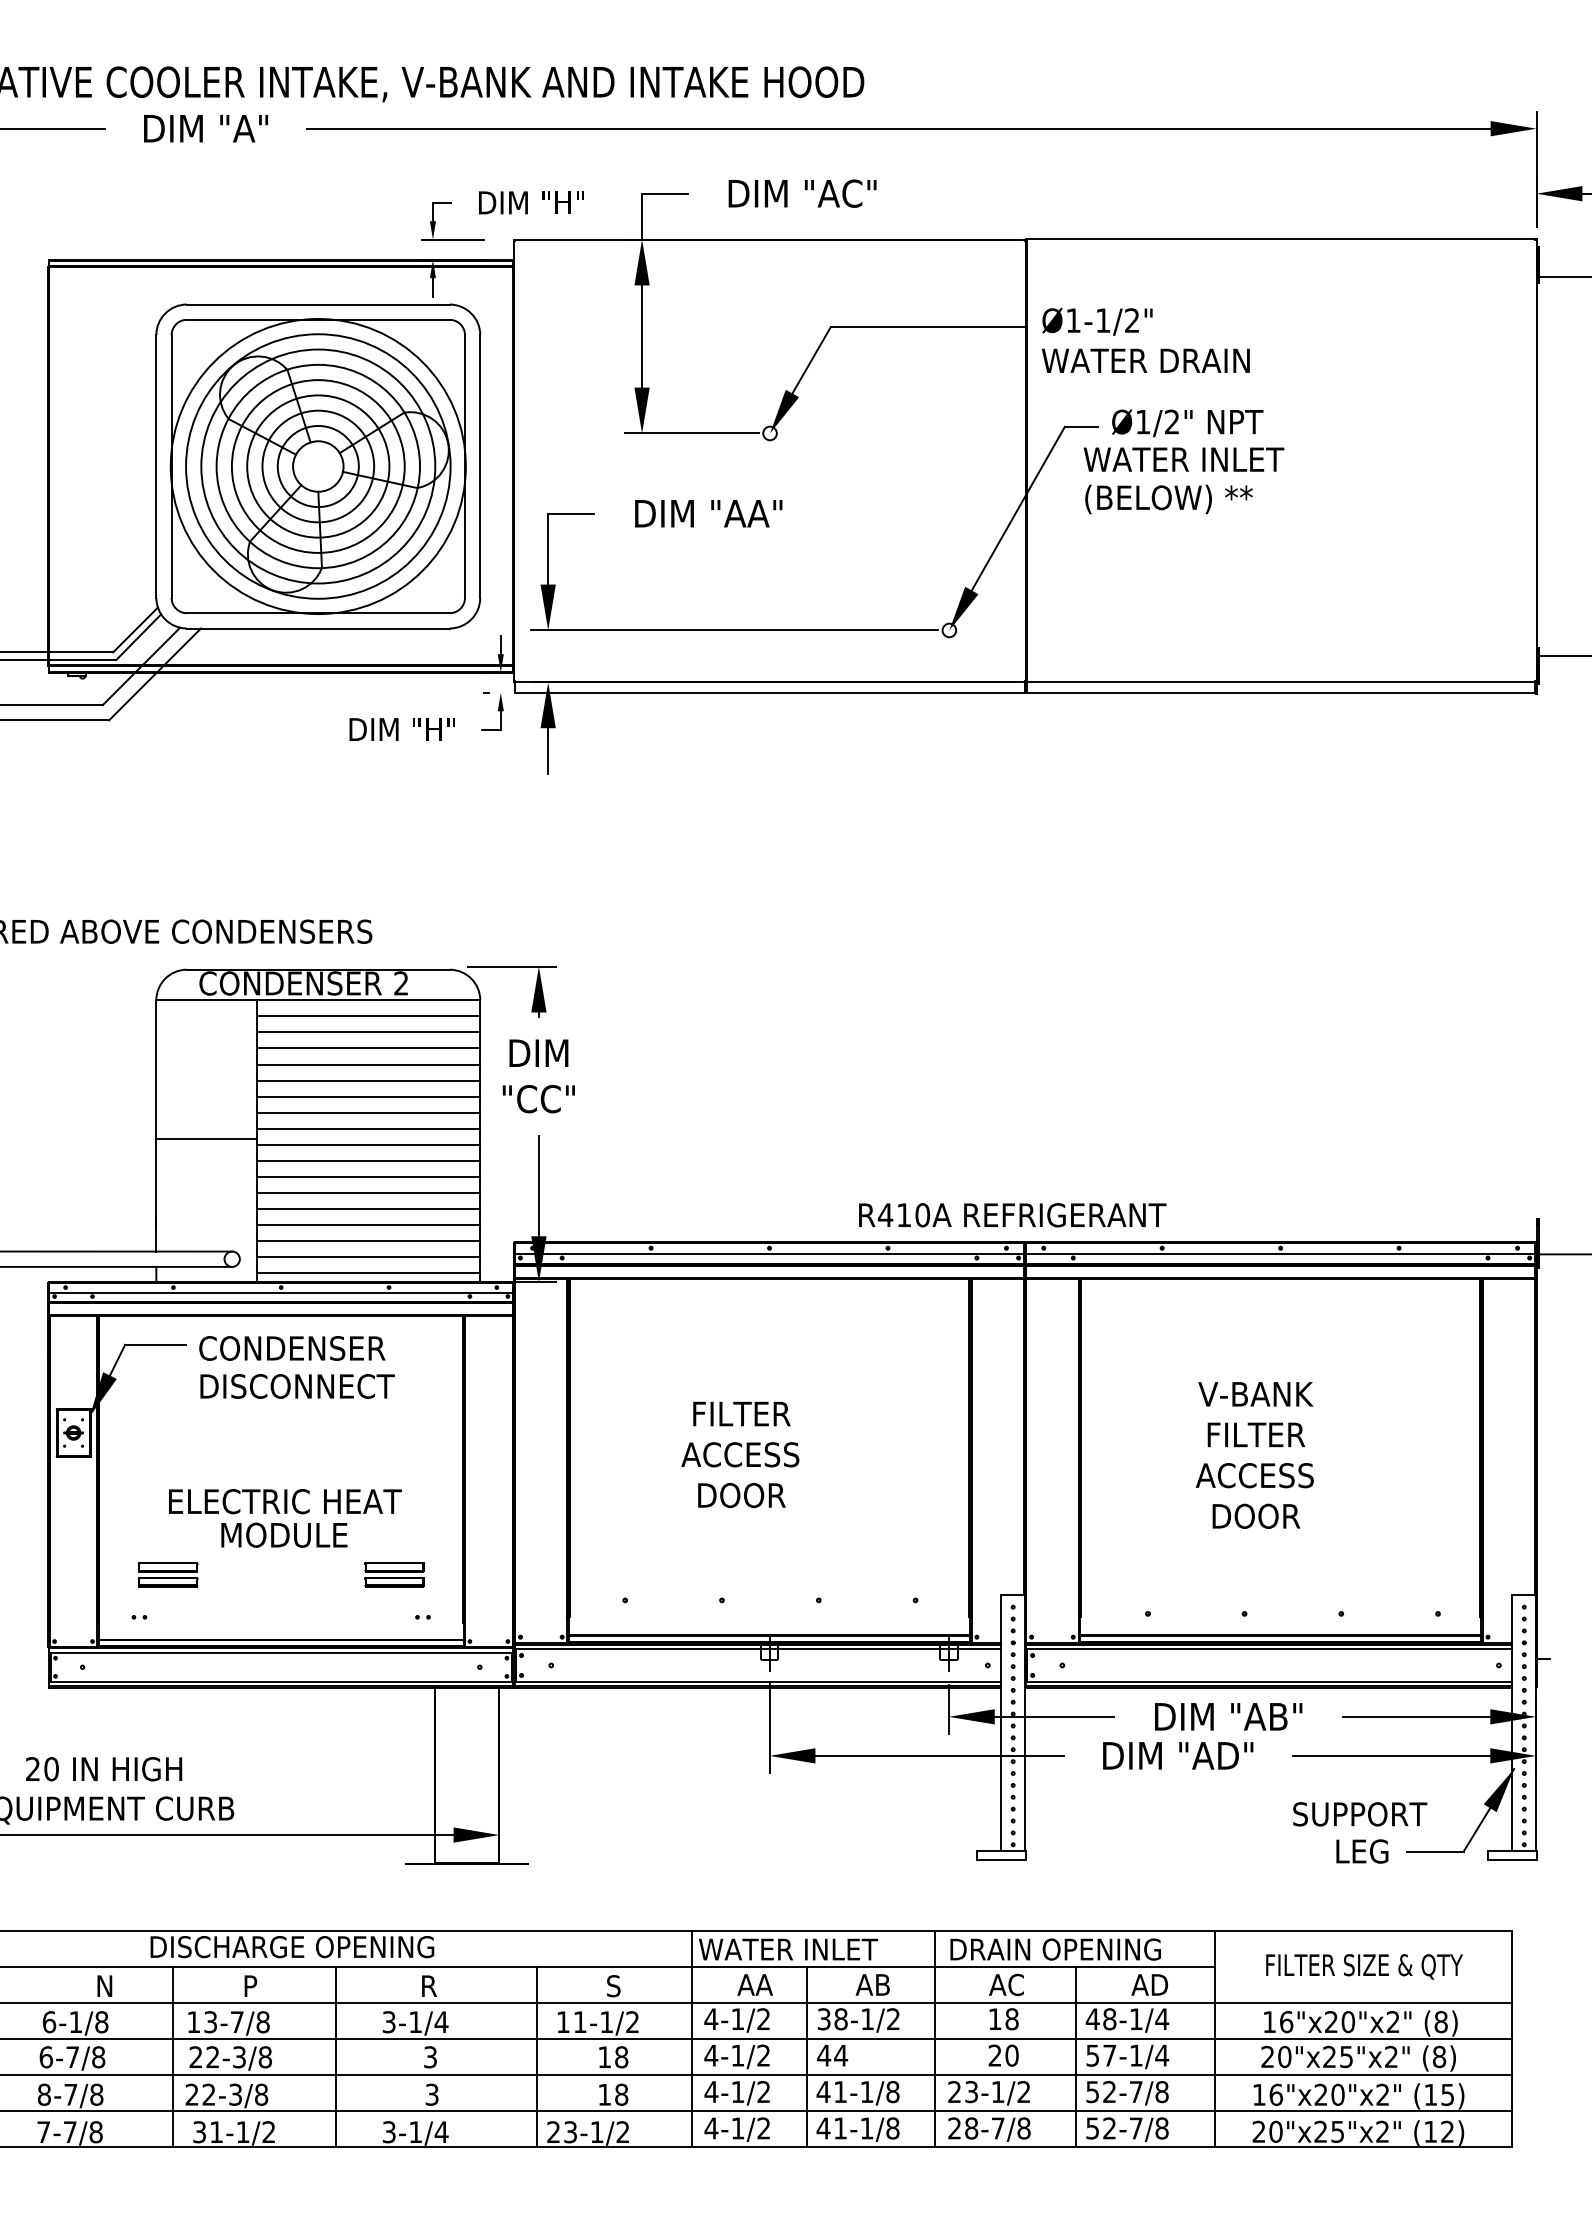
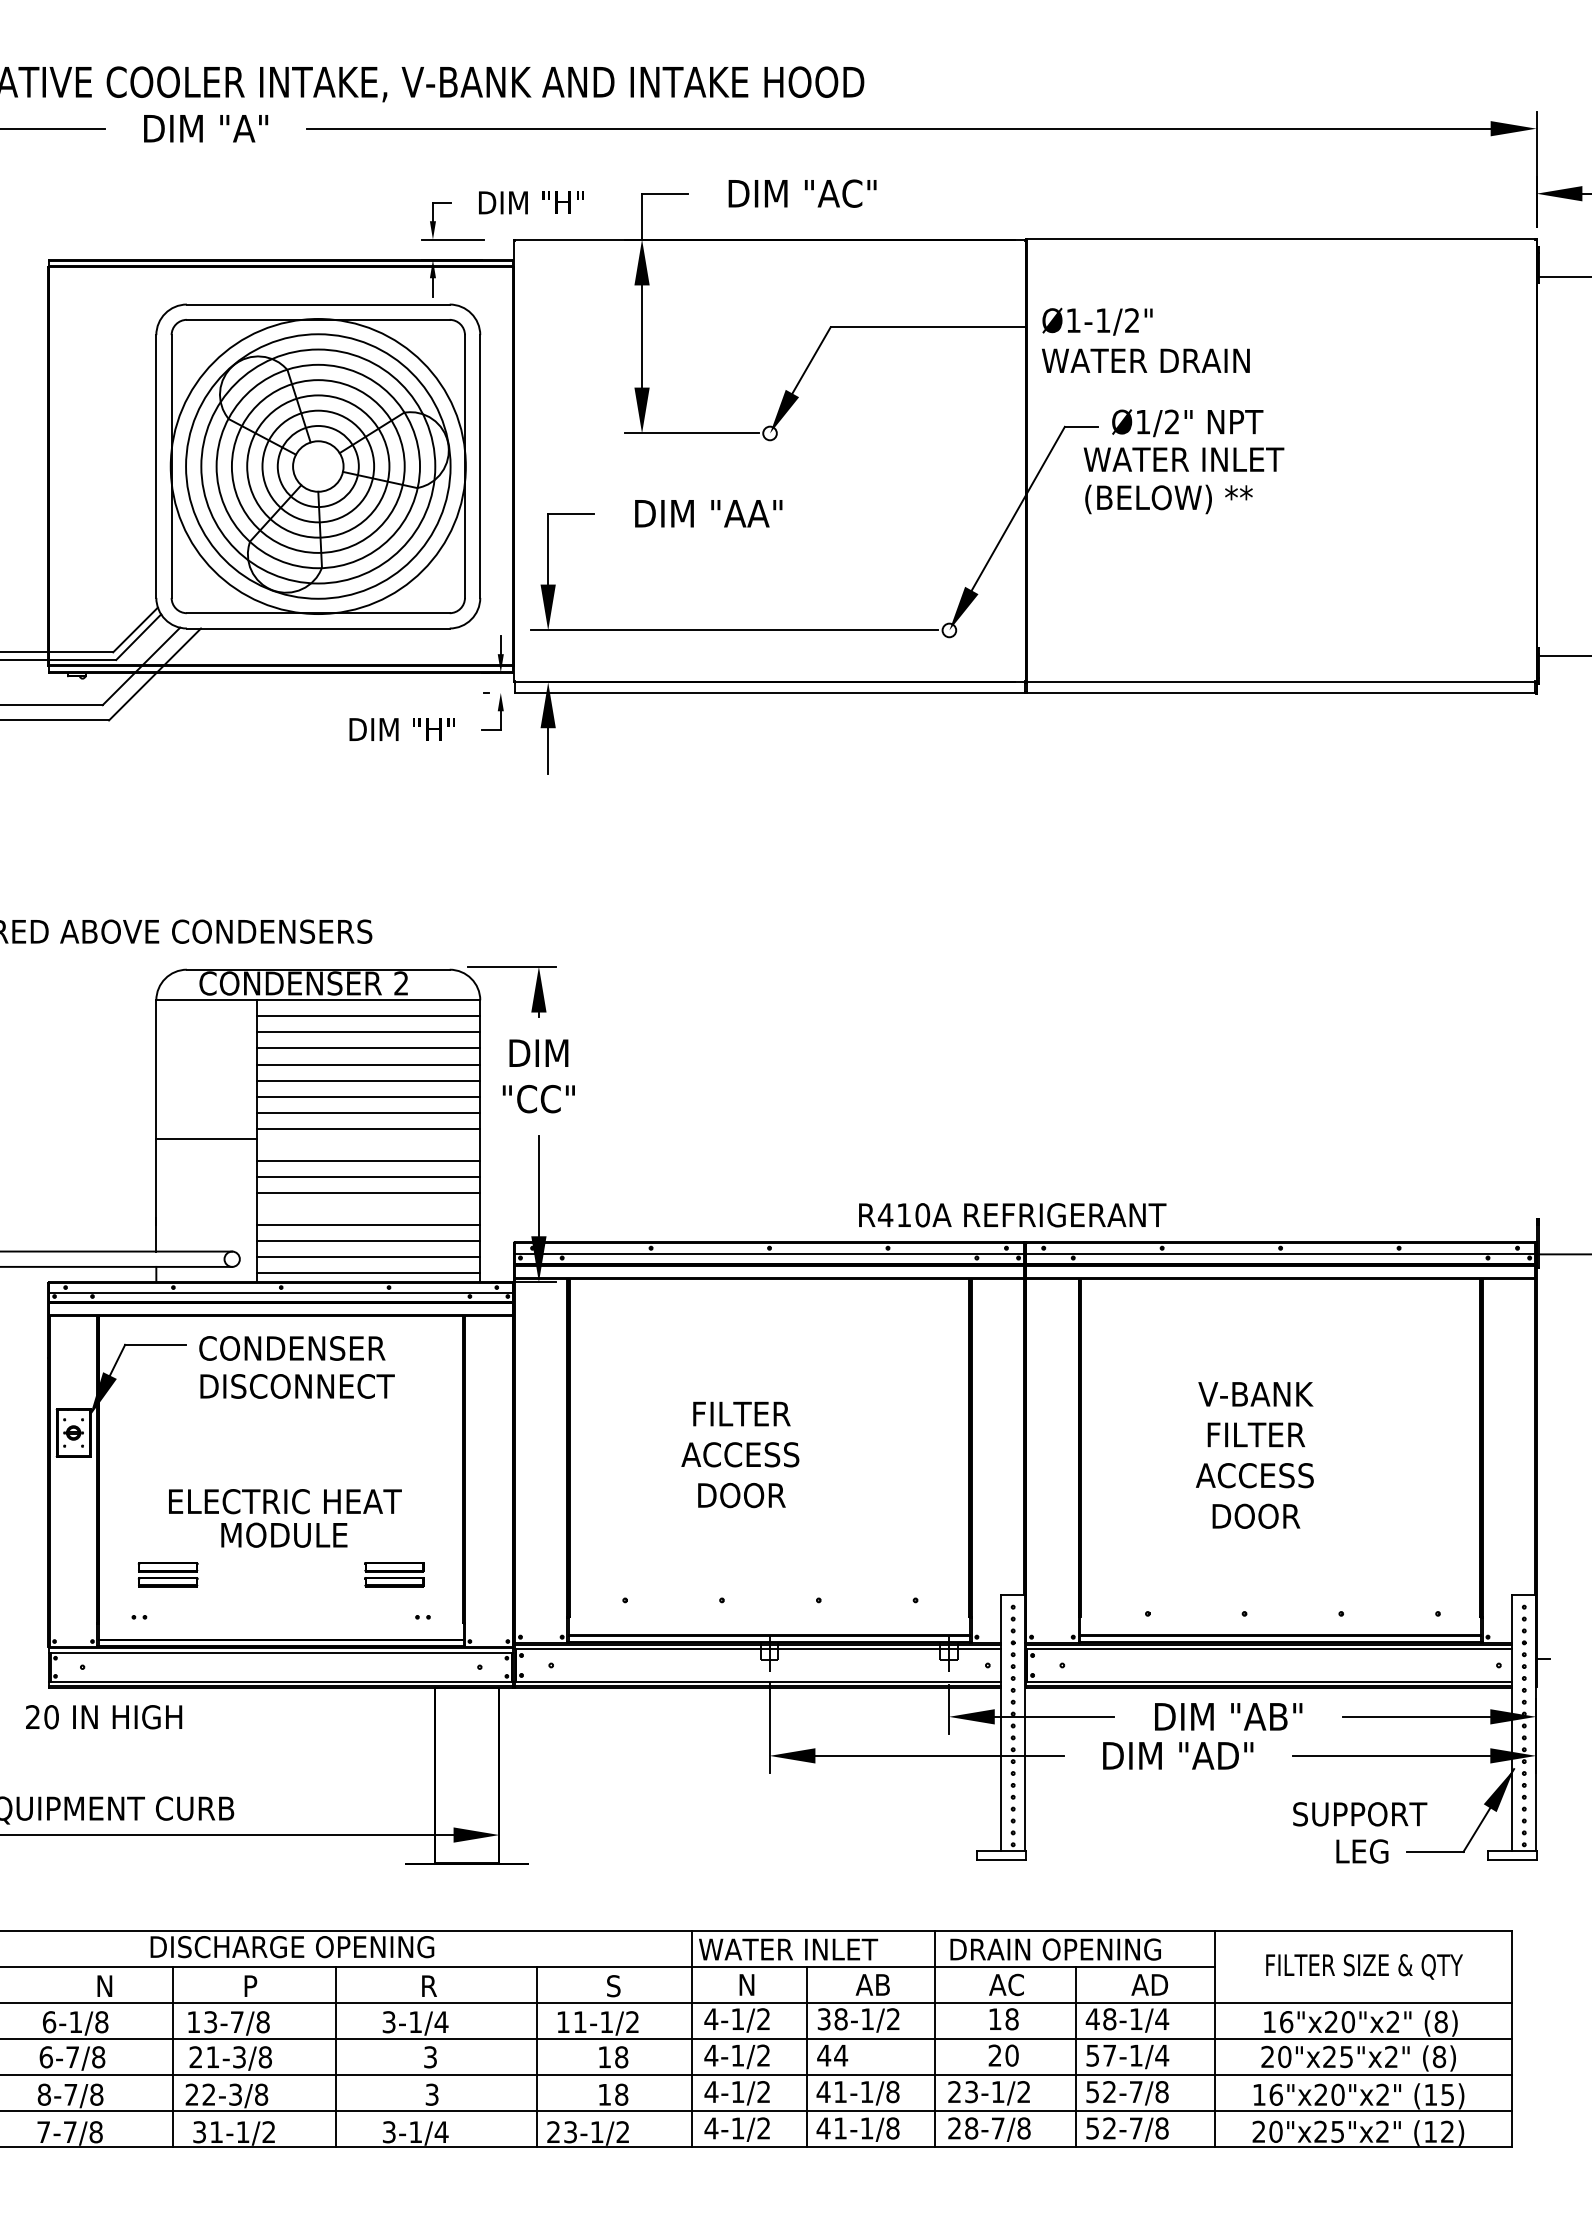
line at (368, 1144): present -> none
line at (368, 1209): present -> none
text at (104, 1769) position: (104, 1769) -> (104, 1717)
text at (754, 1984): AA -> N
text at (212, 2056): 22-3/8 -> 21-3/8
